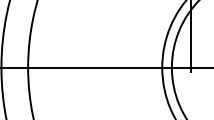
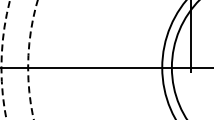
arc at (1, 58): solid -> dashed
arc at (28, 60): solid -> dashed
